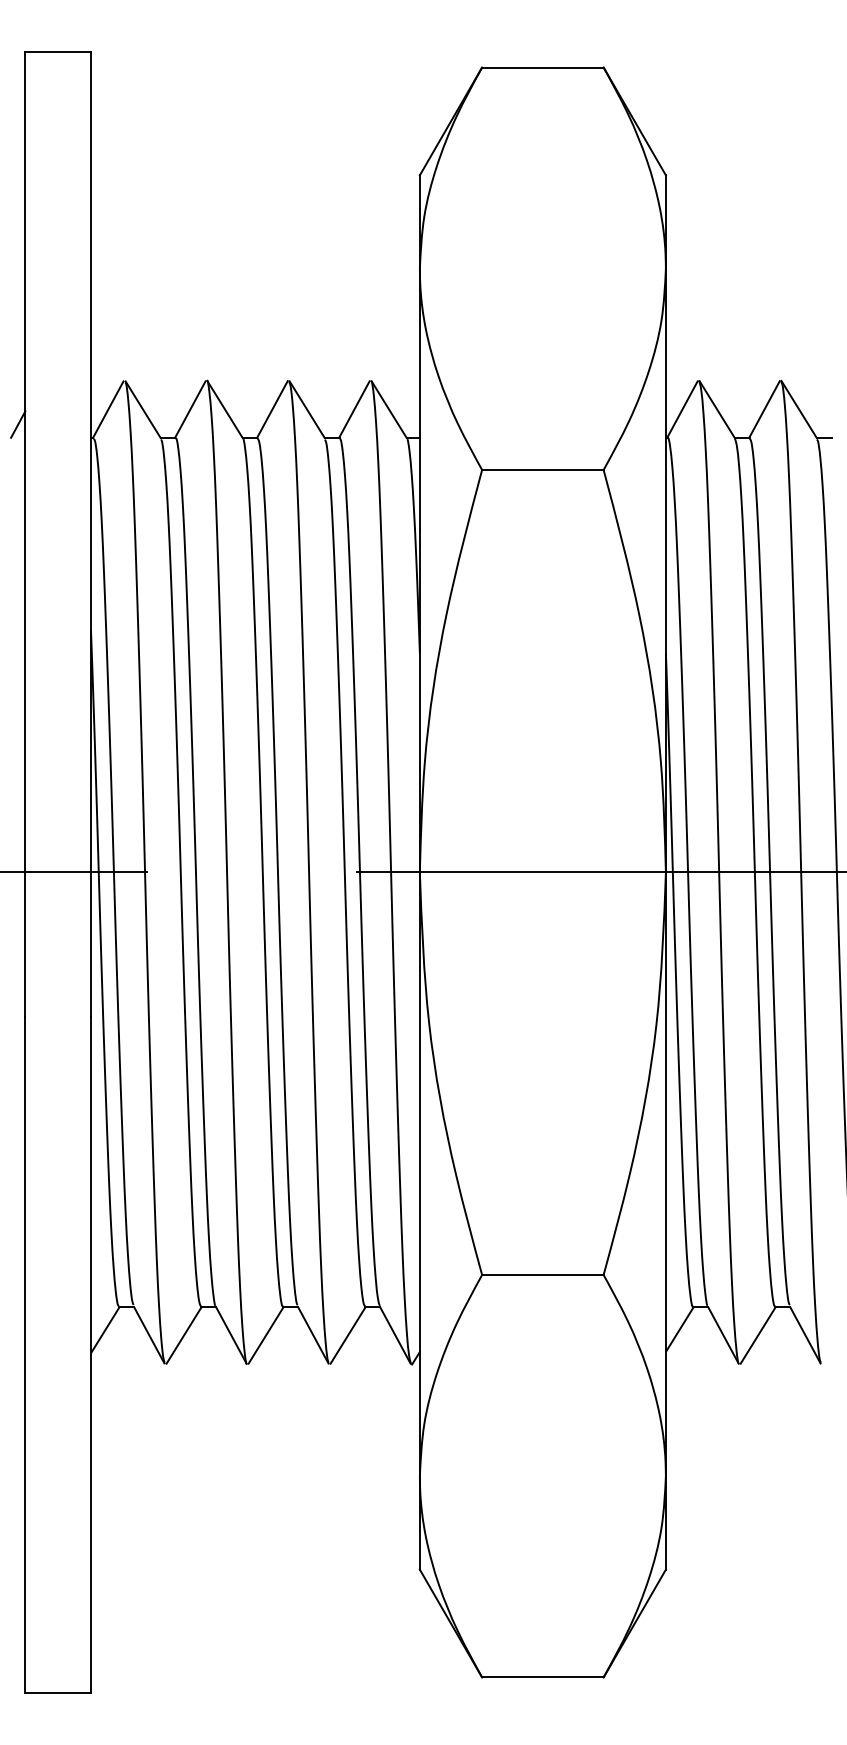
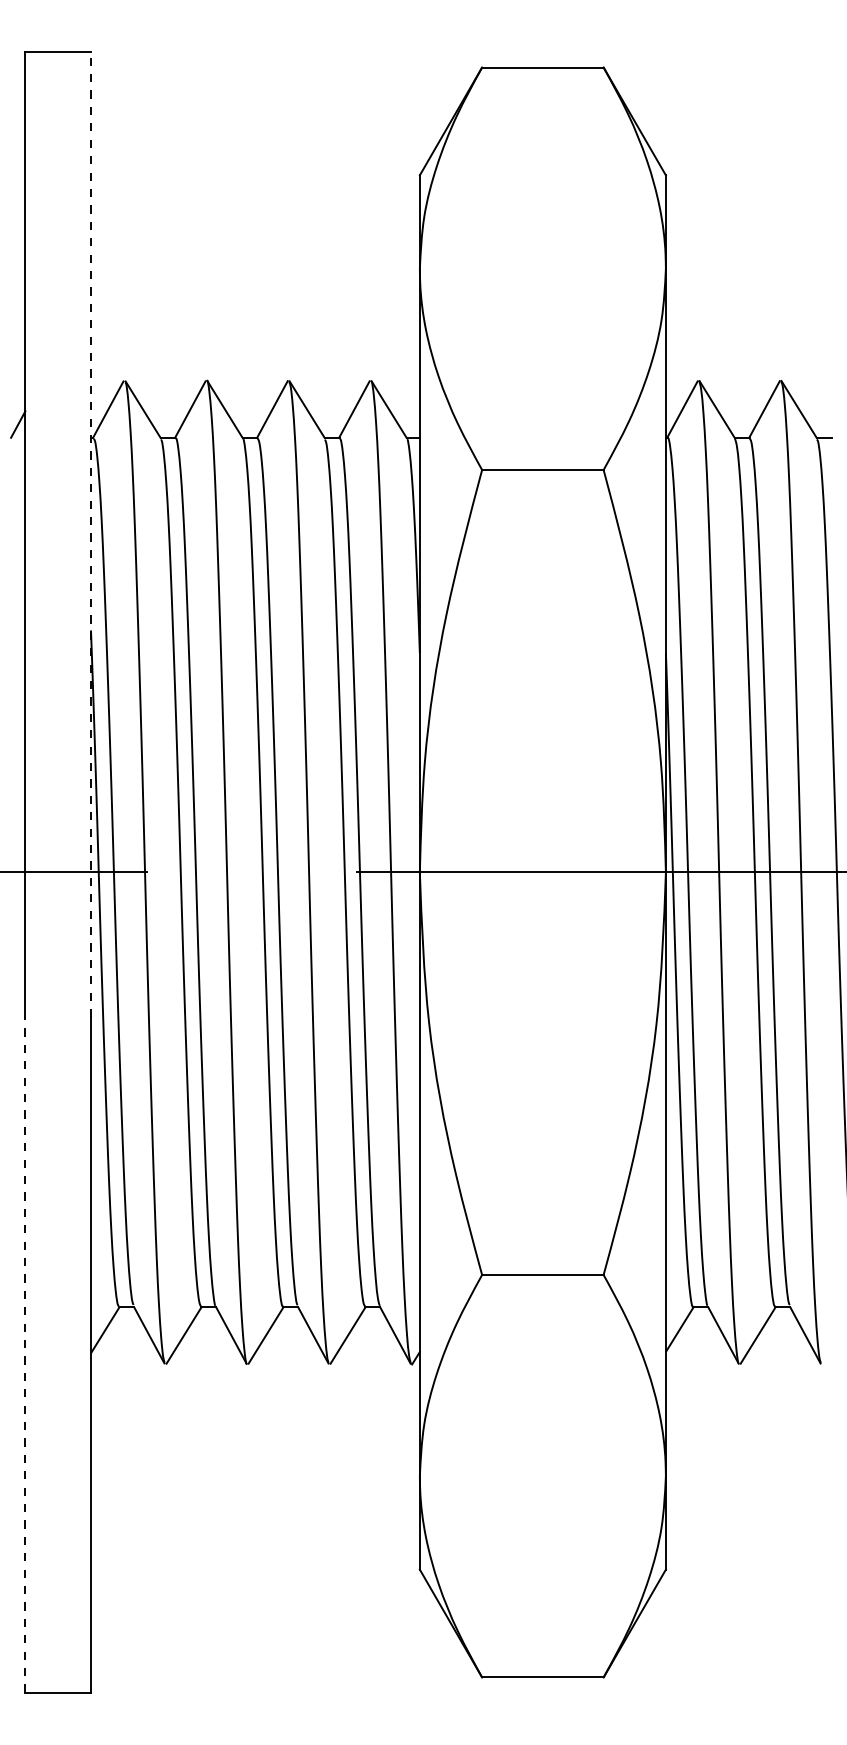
line at (90, 534): solid -> dashed
line at (25, 1354): solid -> dashed
